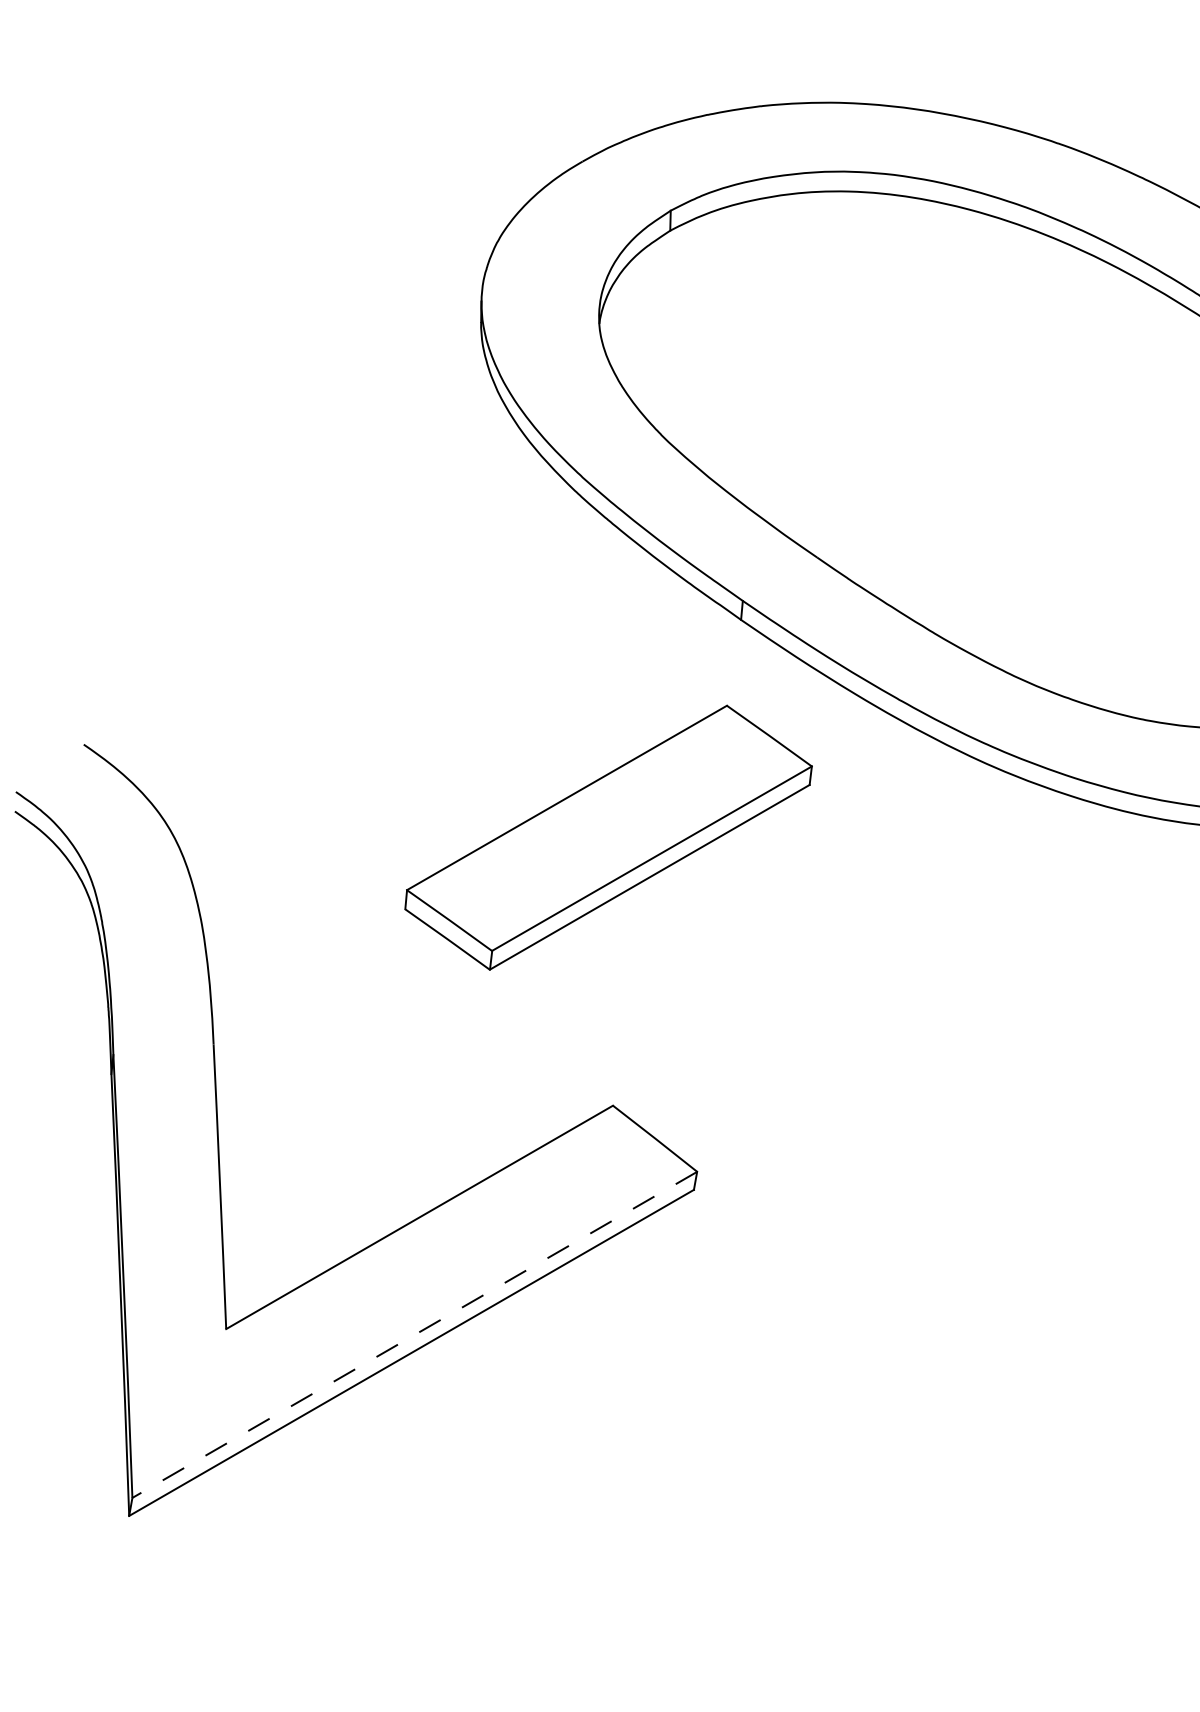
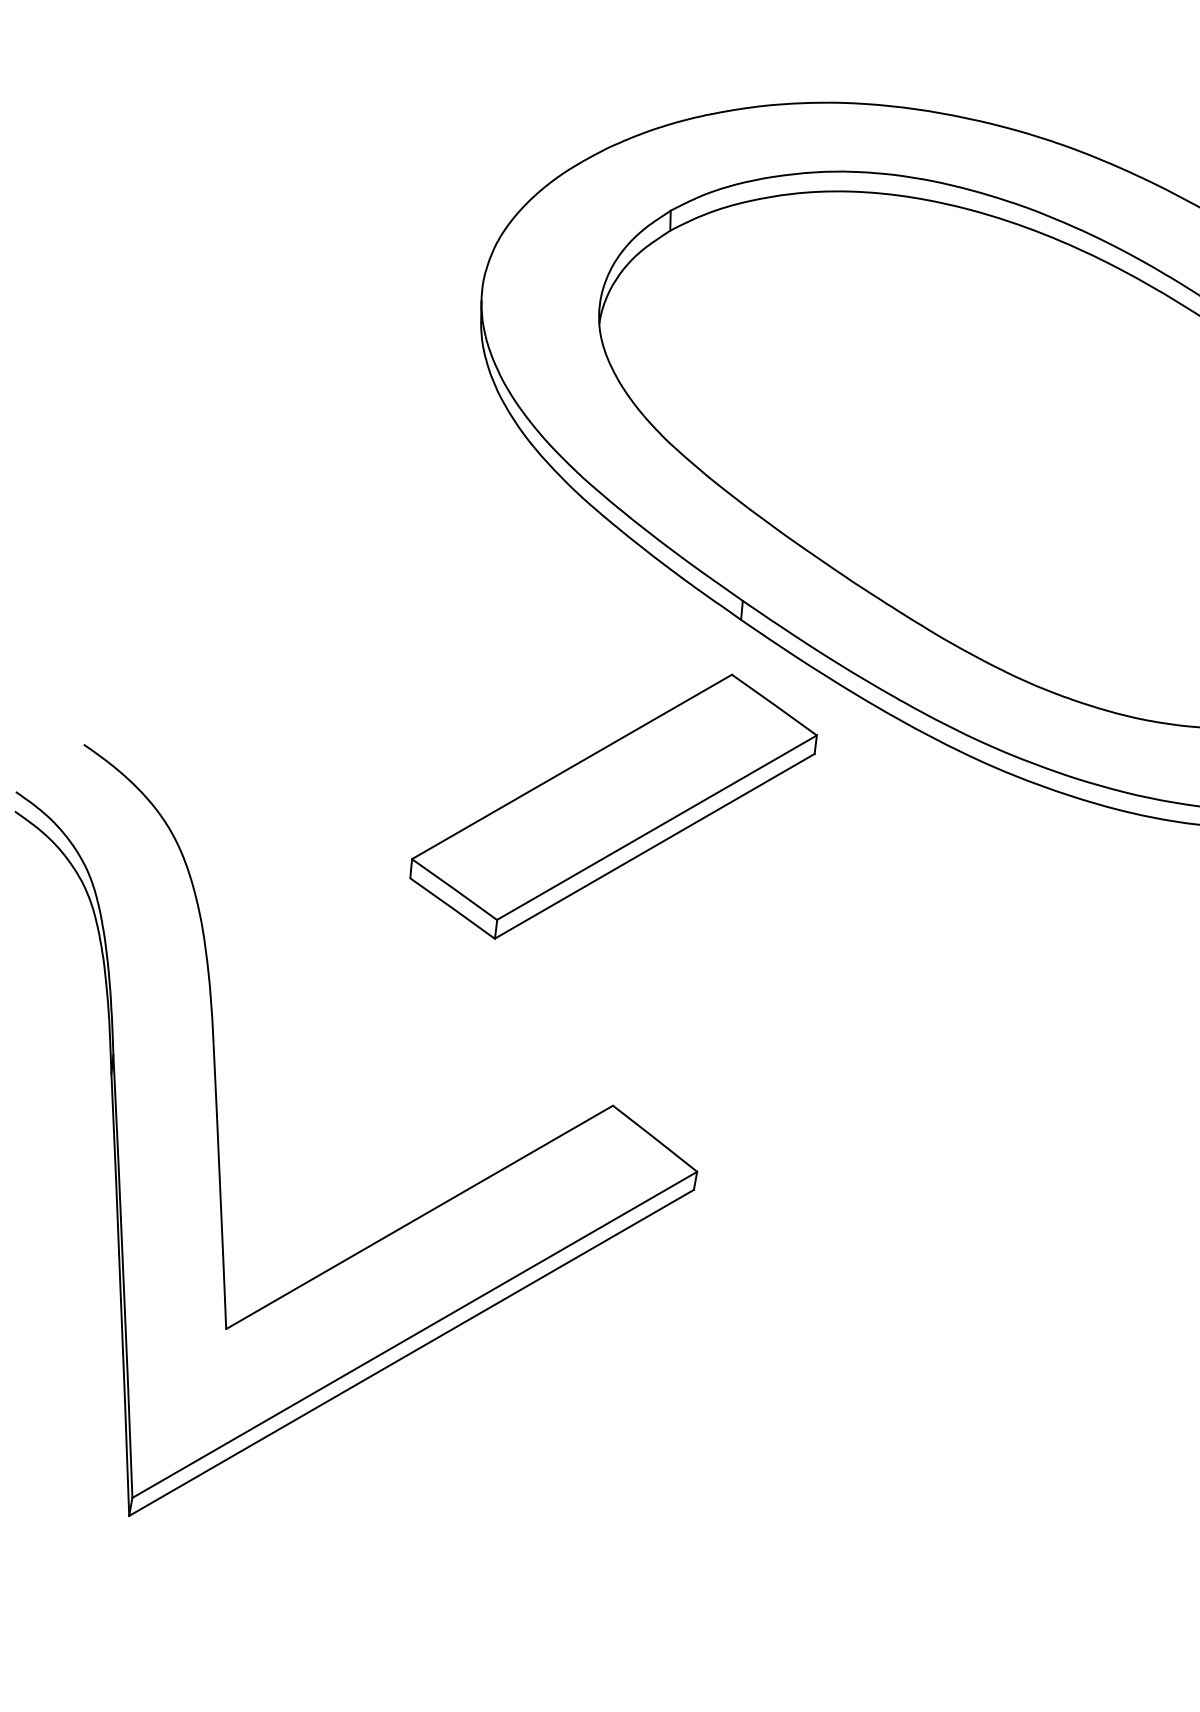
part at (608, 837) position: (608, 837) -> (613, 806)
line at (414, 1335): dashed -> solid
